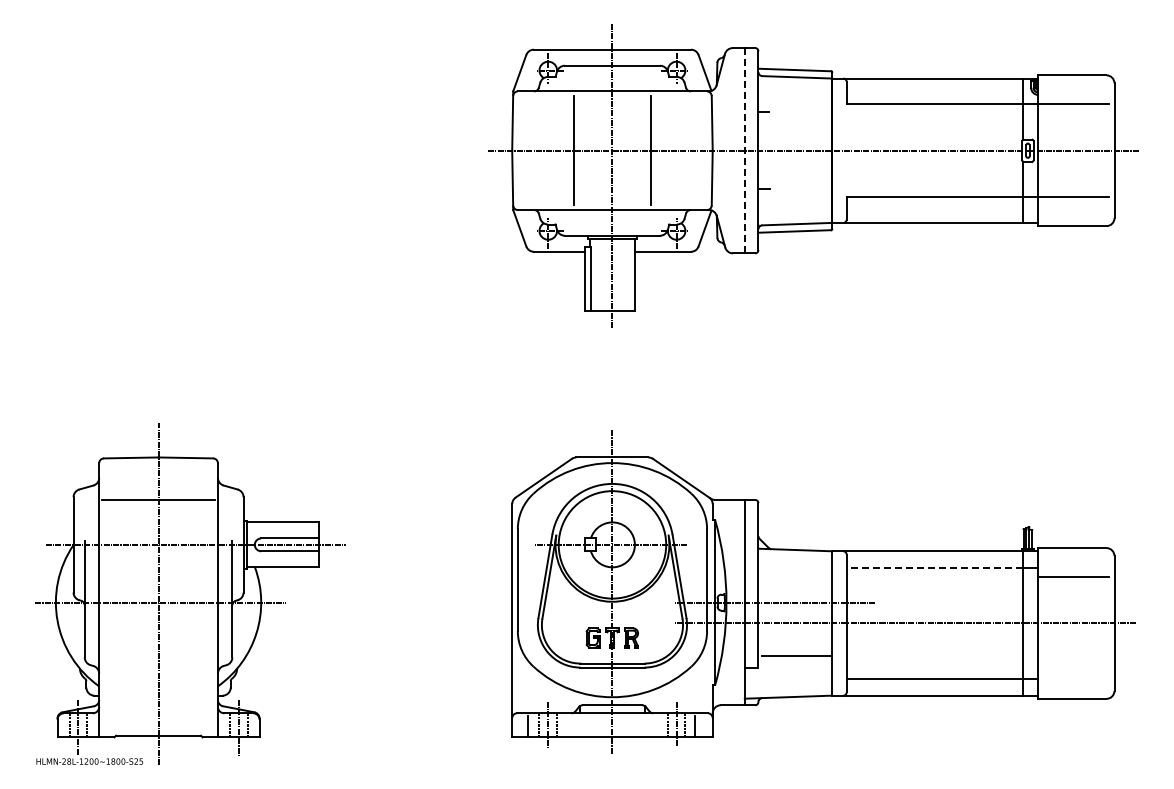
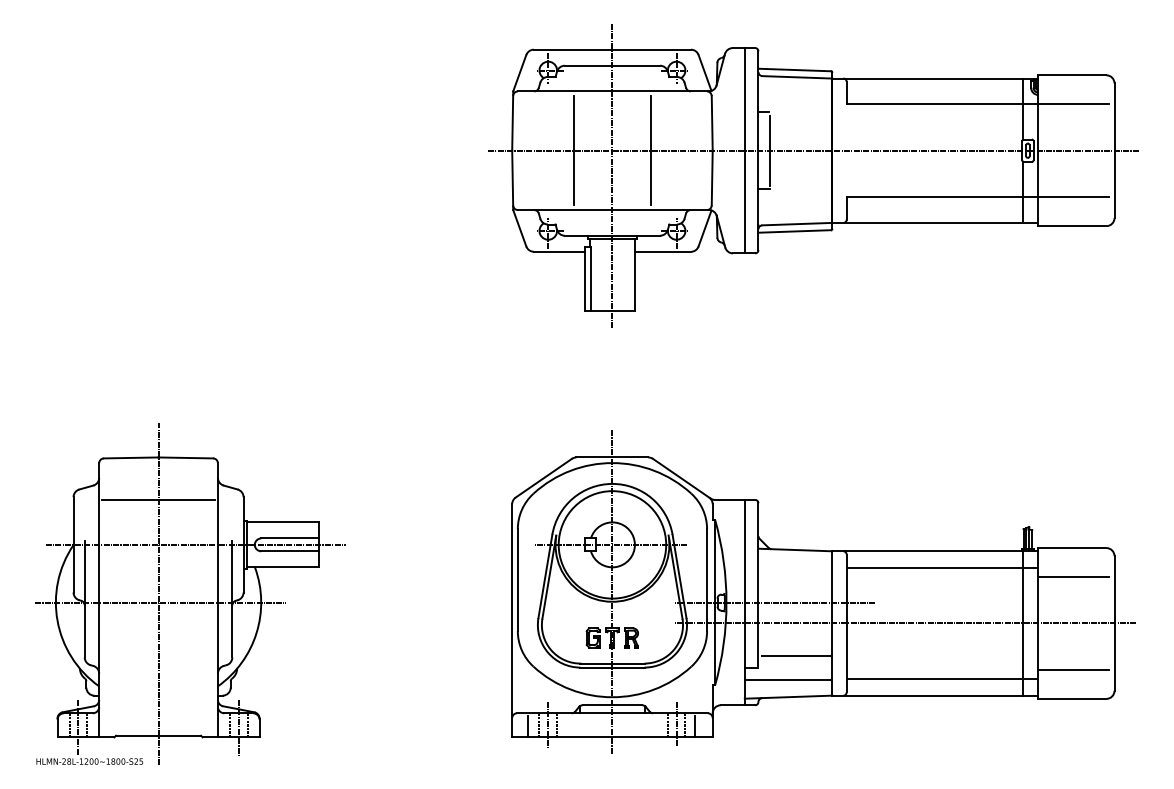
line at (744, 150): dashed -> solid
line at (769, 150): none -> present
line at (935, 568): dashed -> solid
line at (1073, 669): none -> present
line at (788, 680): none -> present
